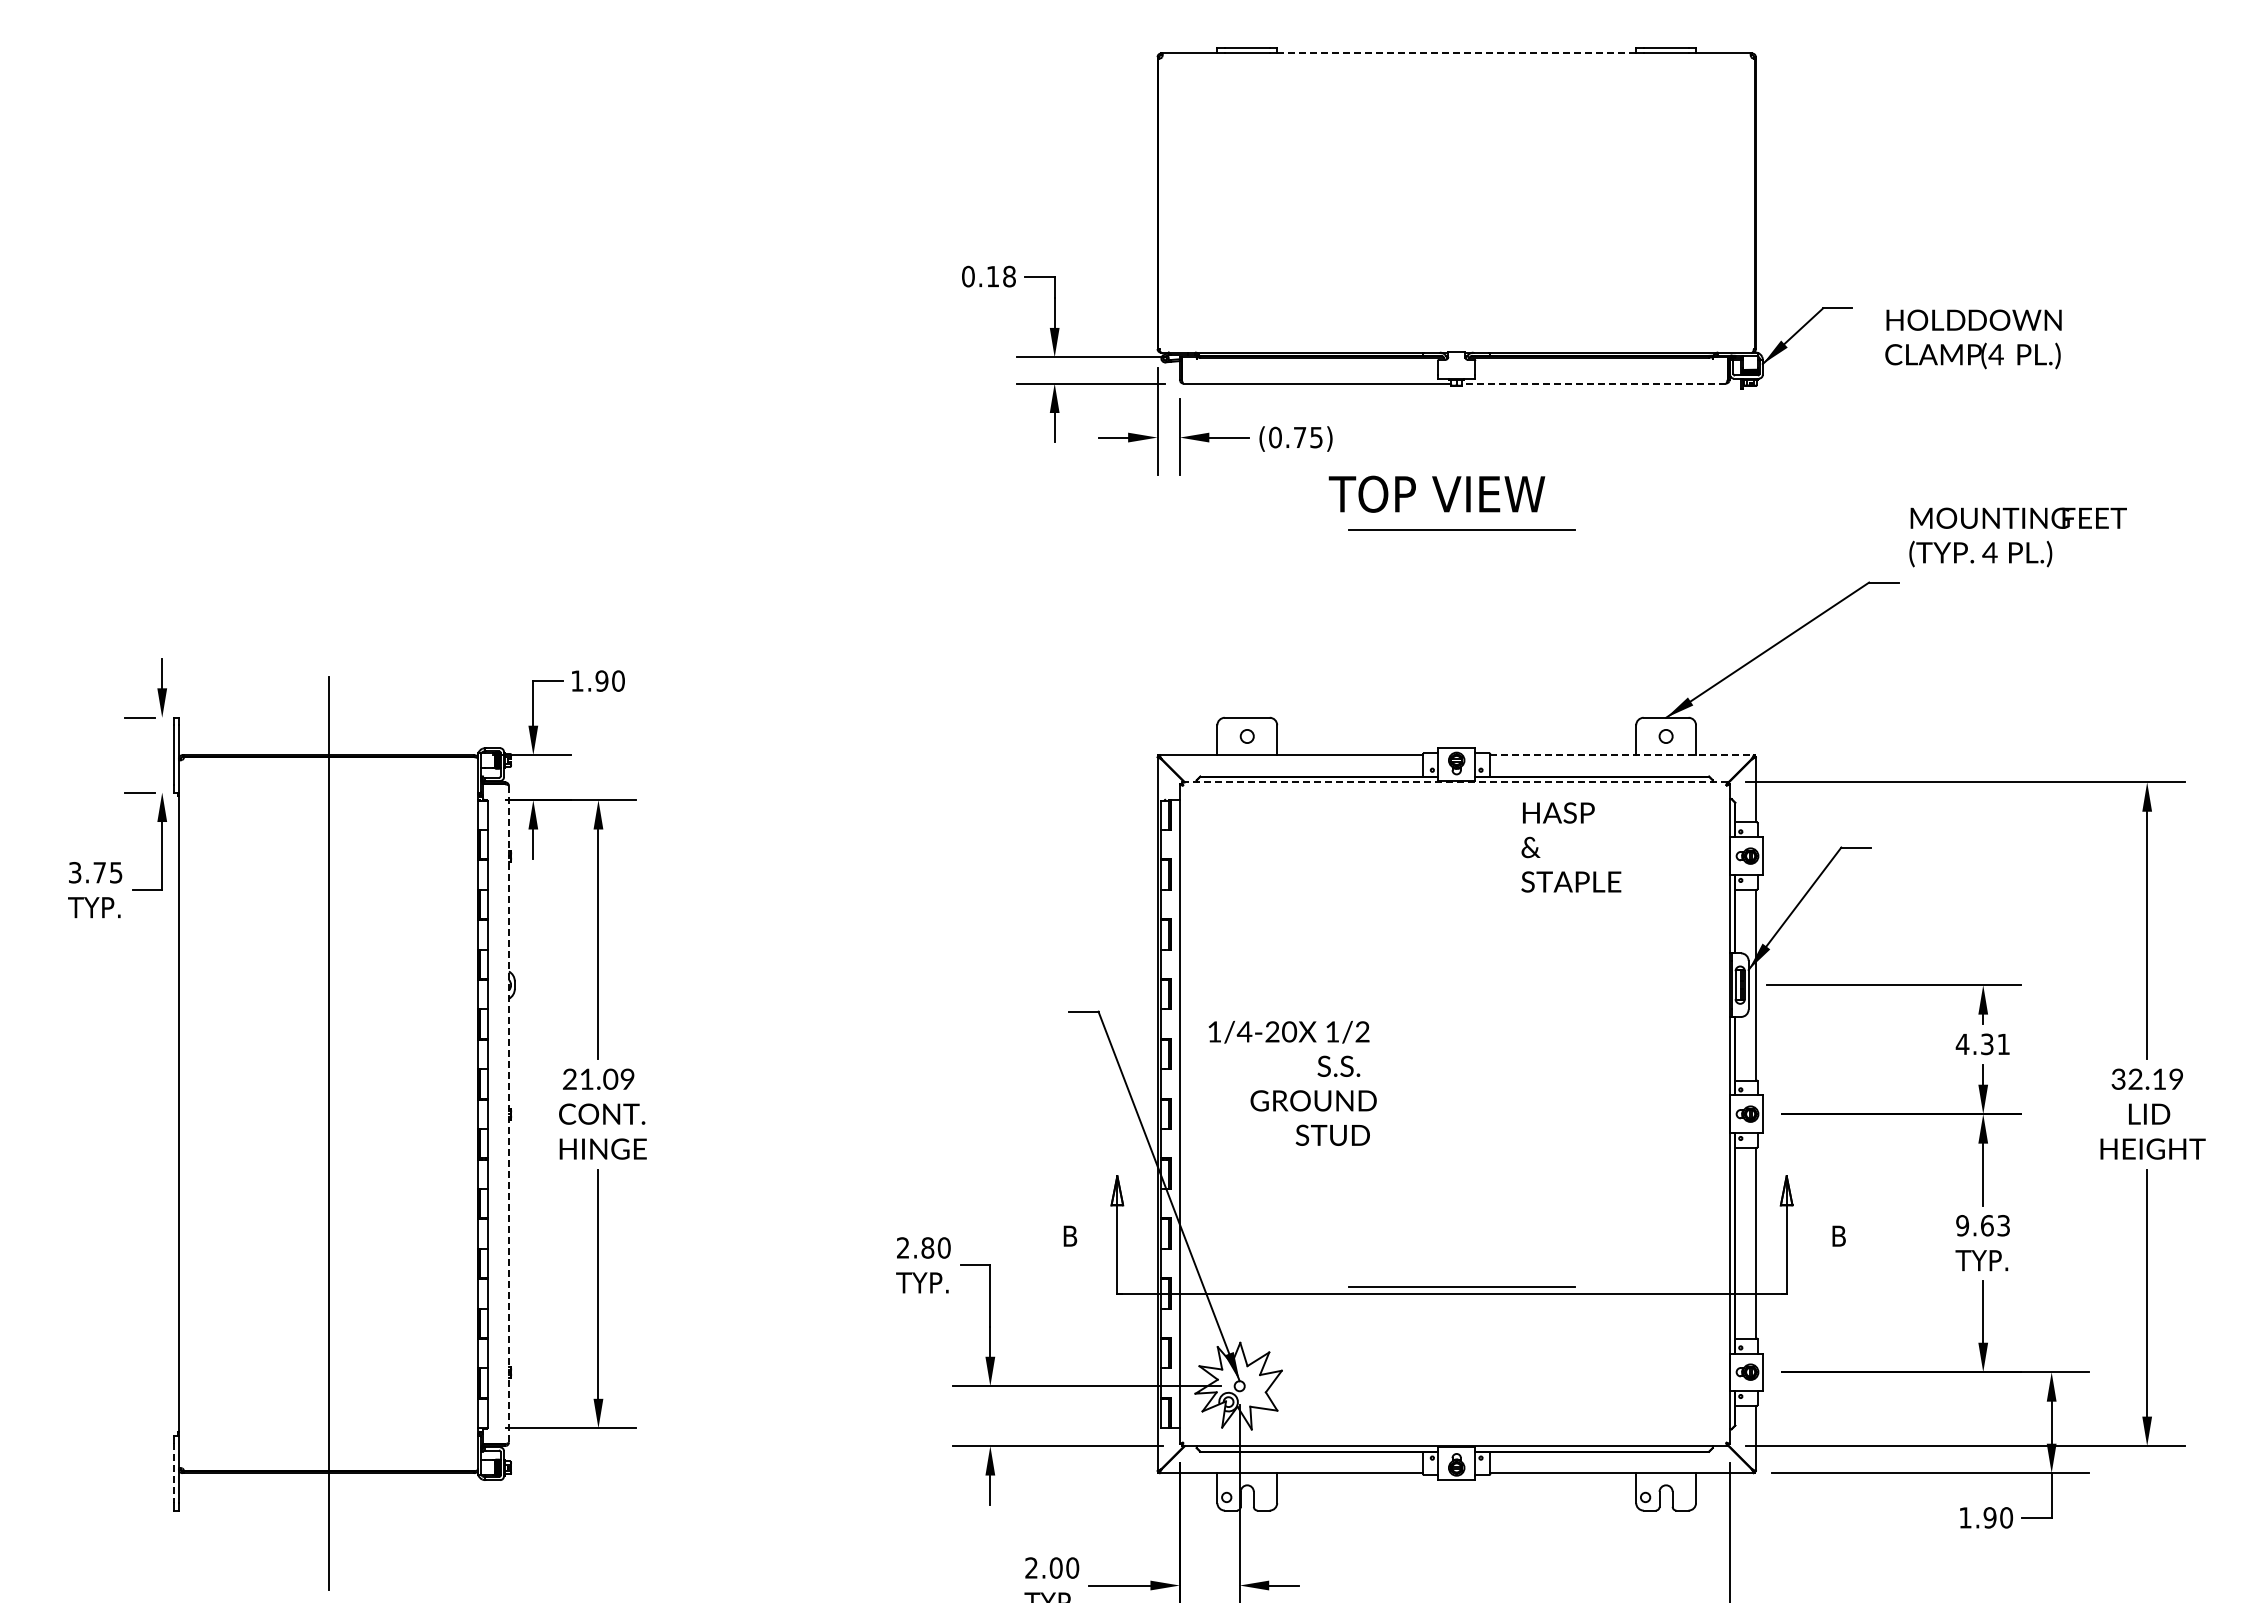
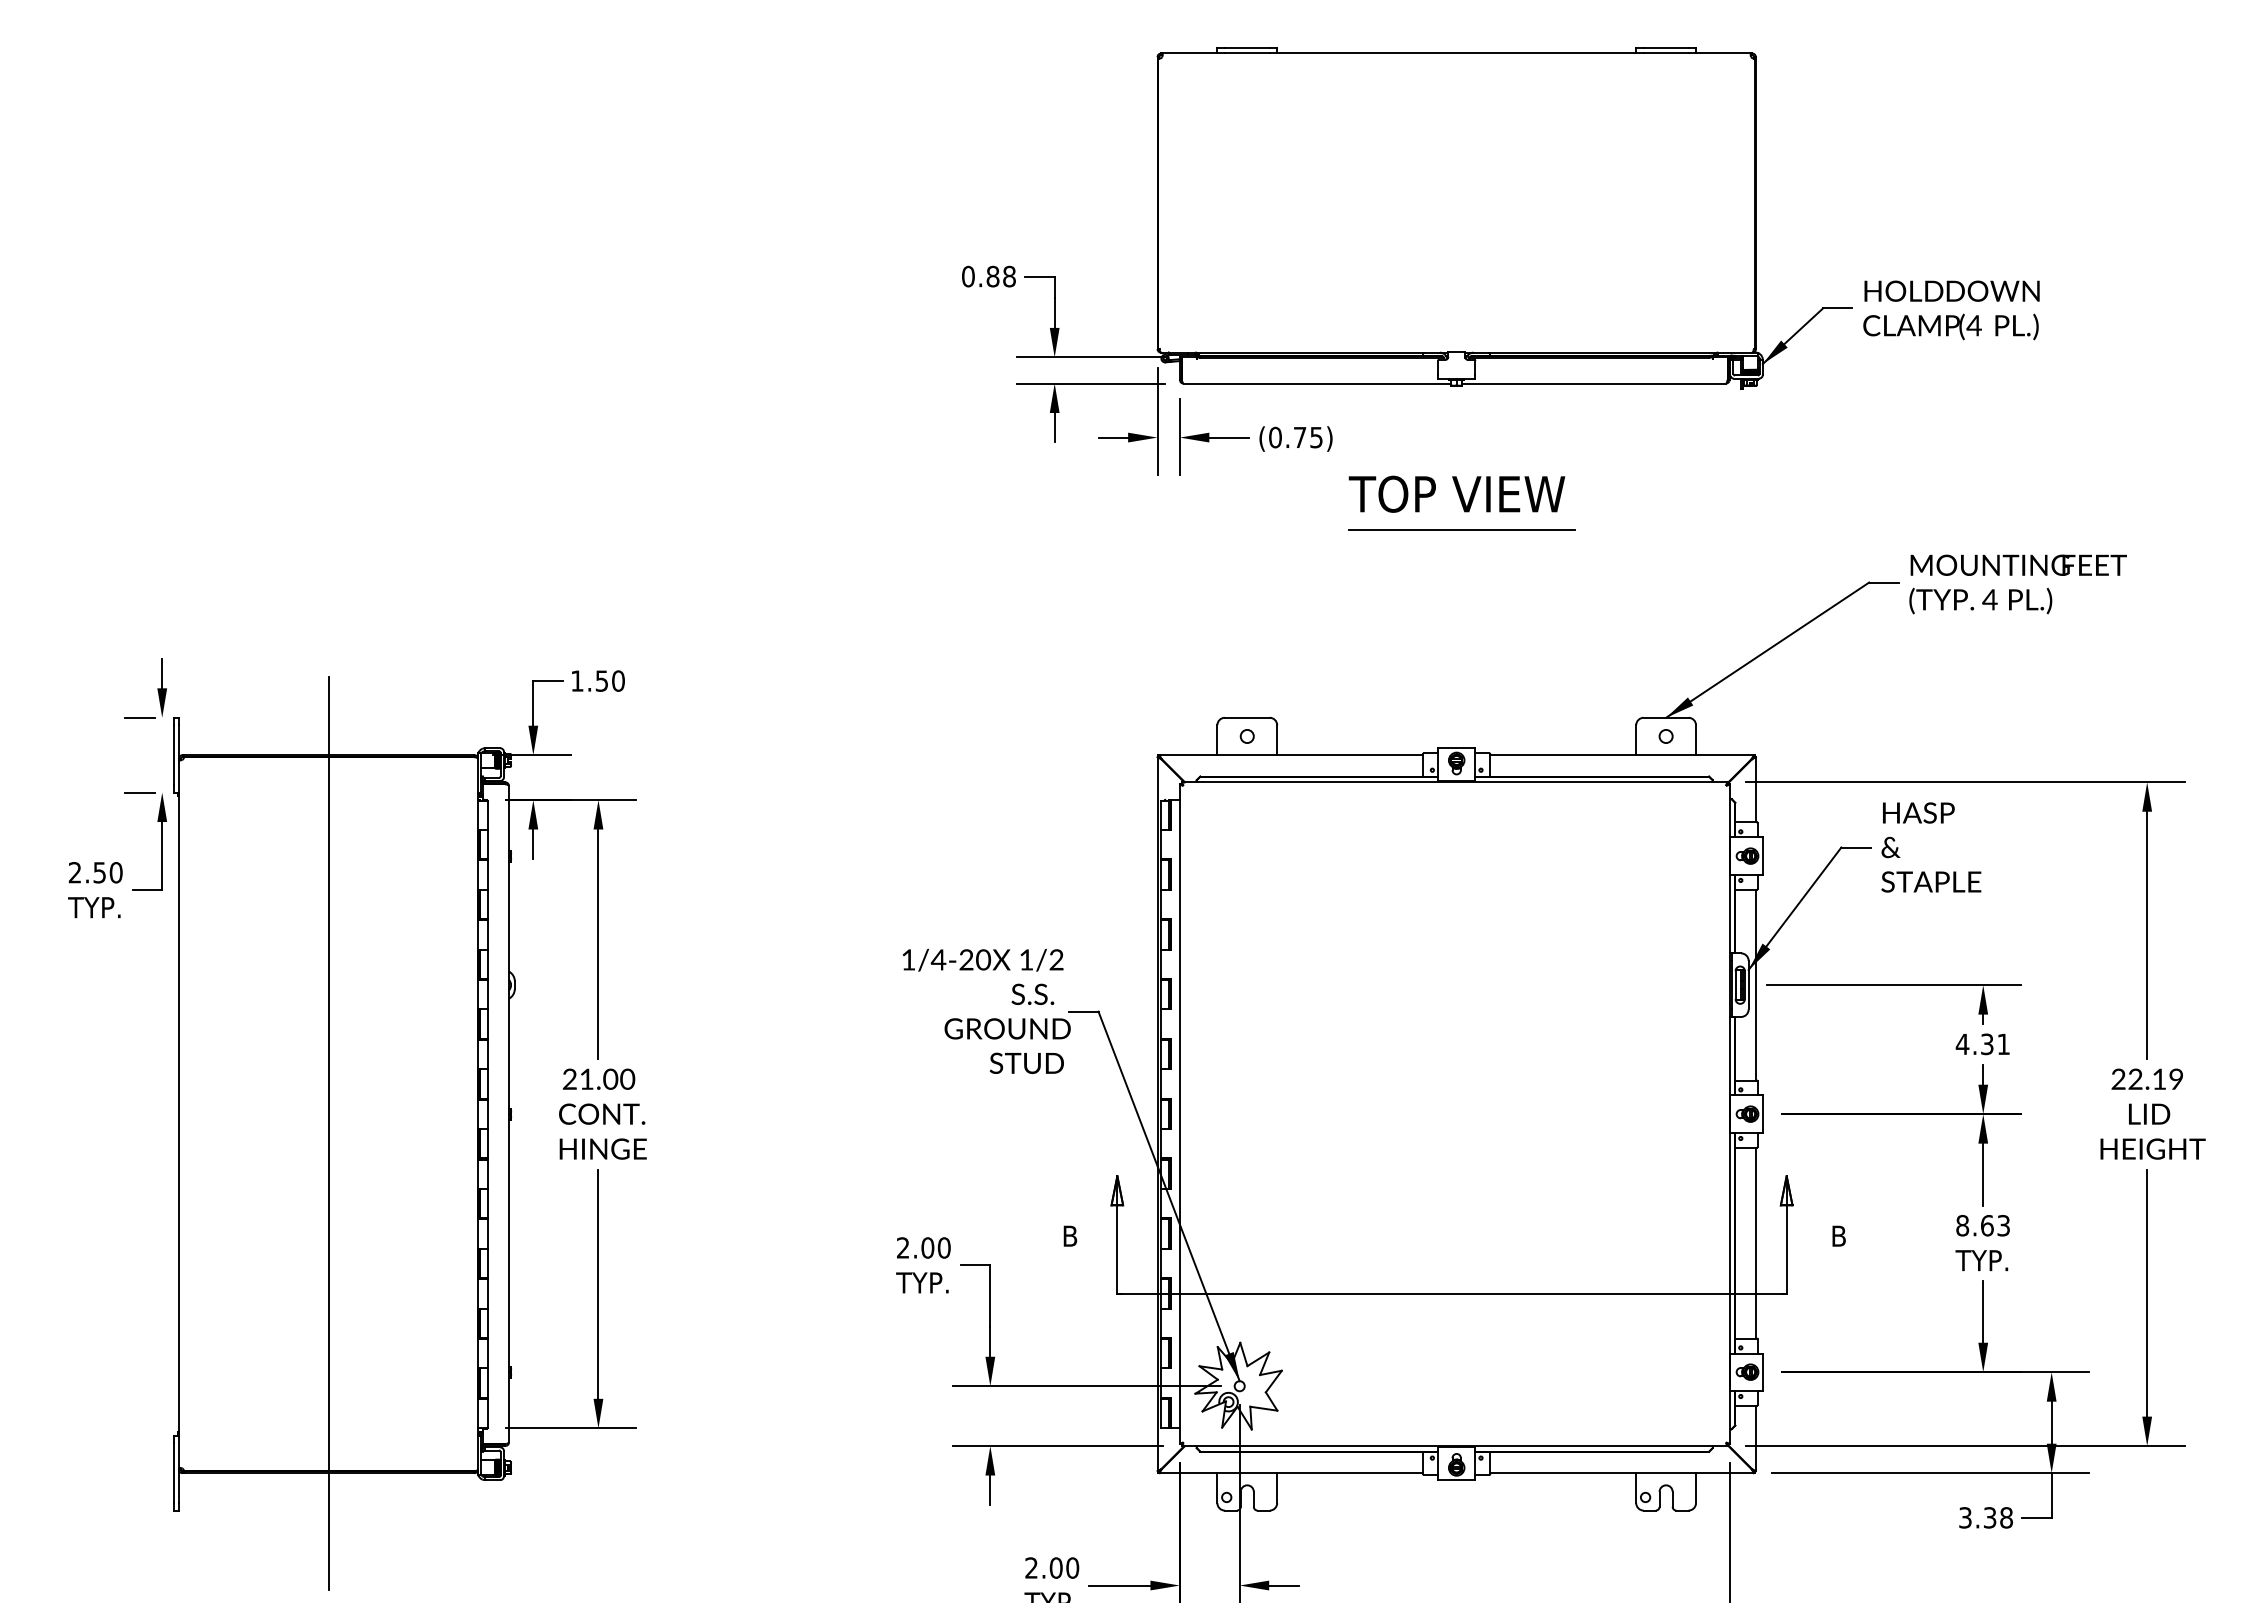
line at (1456, 53): dashed -> solid
text at (992, 276): 0.18 -> 0.88
text at (1973, 339) position: (1973, 339) -> (1951, 310)
line at (1594, 383): dashed -> solid
text at (1436, 493) position: (1436, 493) -> (1456, 493)
text at (2017, 537) position: (2017, 537) -> (2017, 584)
text at (601, 680): 1.90 -> 1.50
line at (1622, 755): dashed -> solid
line at (1454, 782): dashed -> solid
text at (1571, 847) position: (1571, 847) -> (1931, 847)
text at (95, 872): 3.75 -> 2.50
text at (627, 1079): 21.09 -> 21.00
text at (2118, 1080): 32.19 -> 22.19
text at (1292, 1082) position: (1292, 1082) -> (986, 1010)
line at (508, 1114): dashed -> solid
text at (1962, 1225): 9.63 -> 8.63
text at (927, 1247): 2.80 -> 2.00
line at (1461, 1286): present -> none
line at (173, 1473): dashed -> solid
text at (1986, 1517): 1.90 -> 3.38
